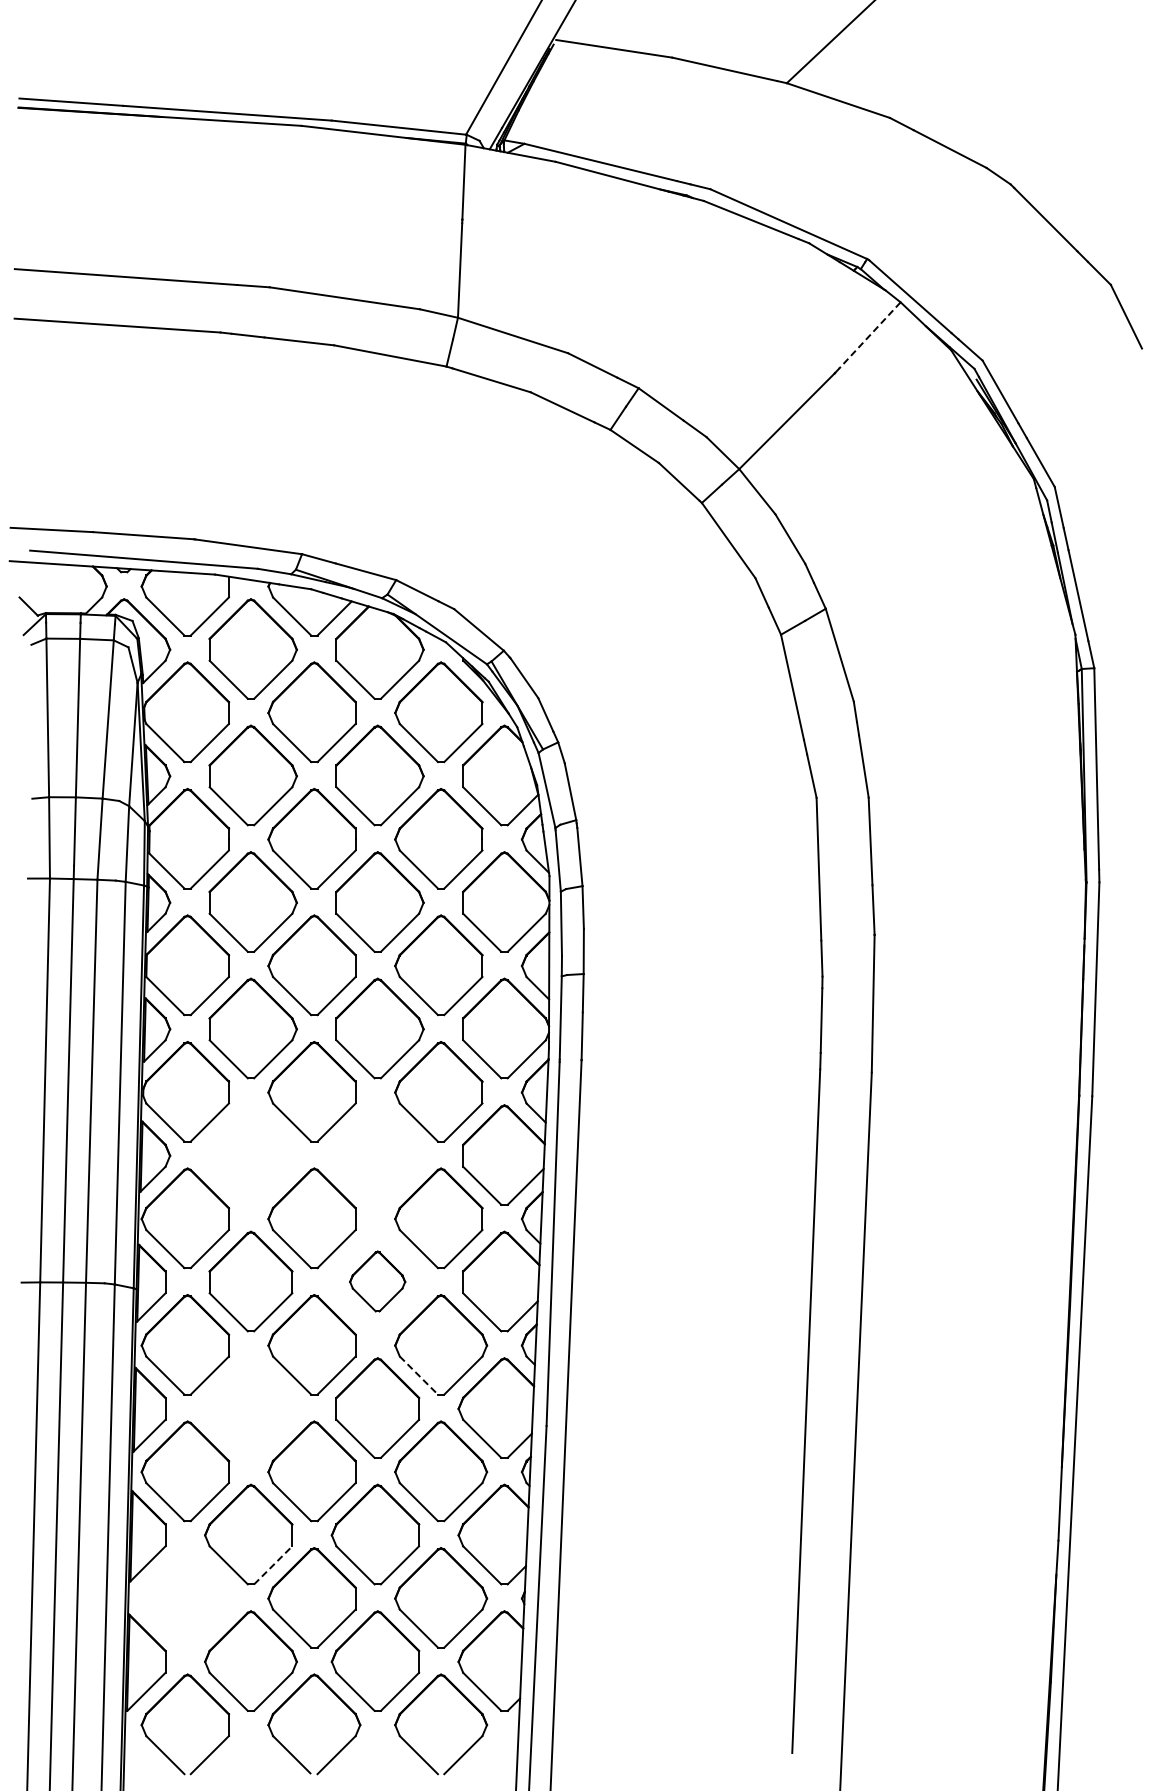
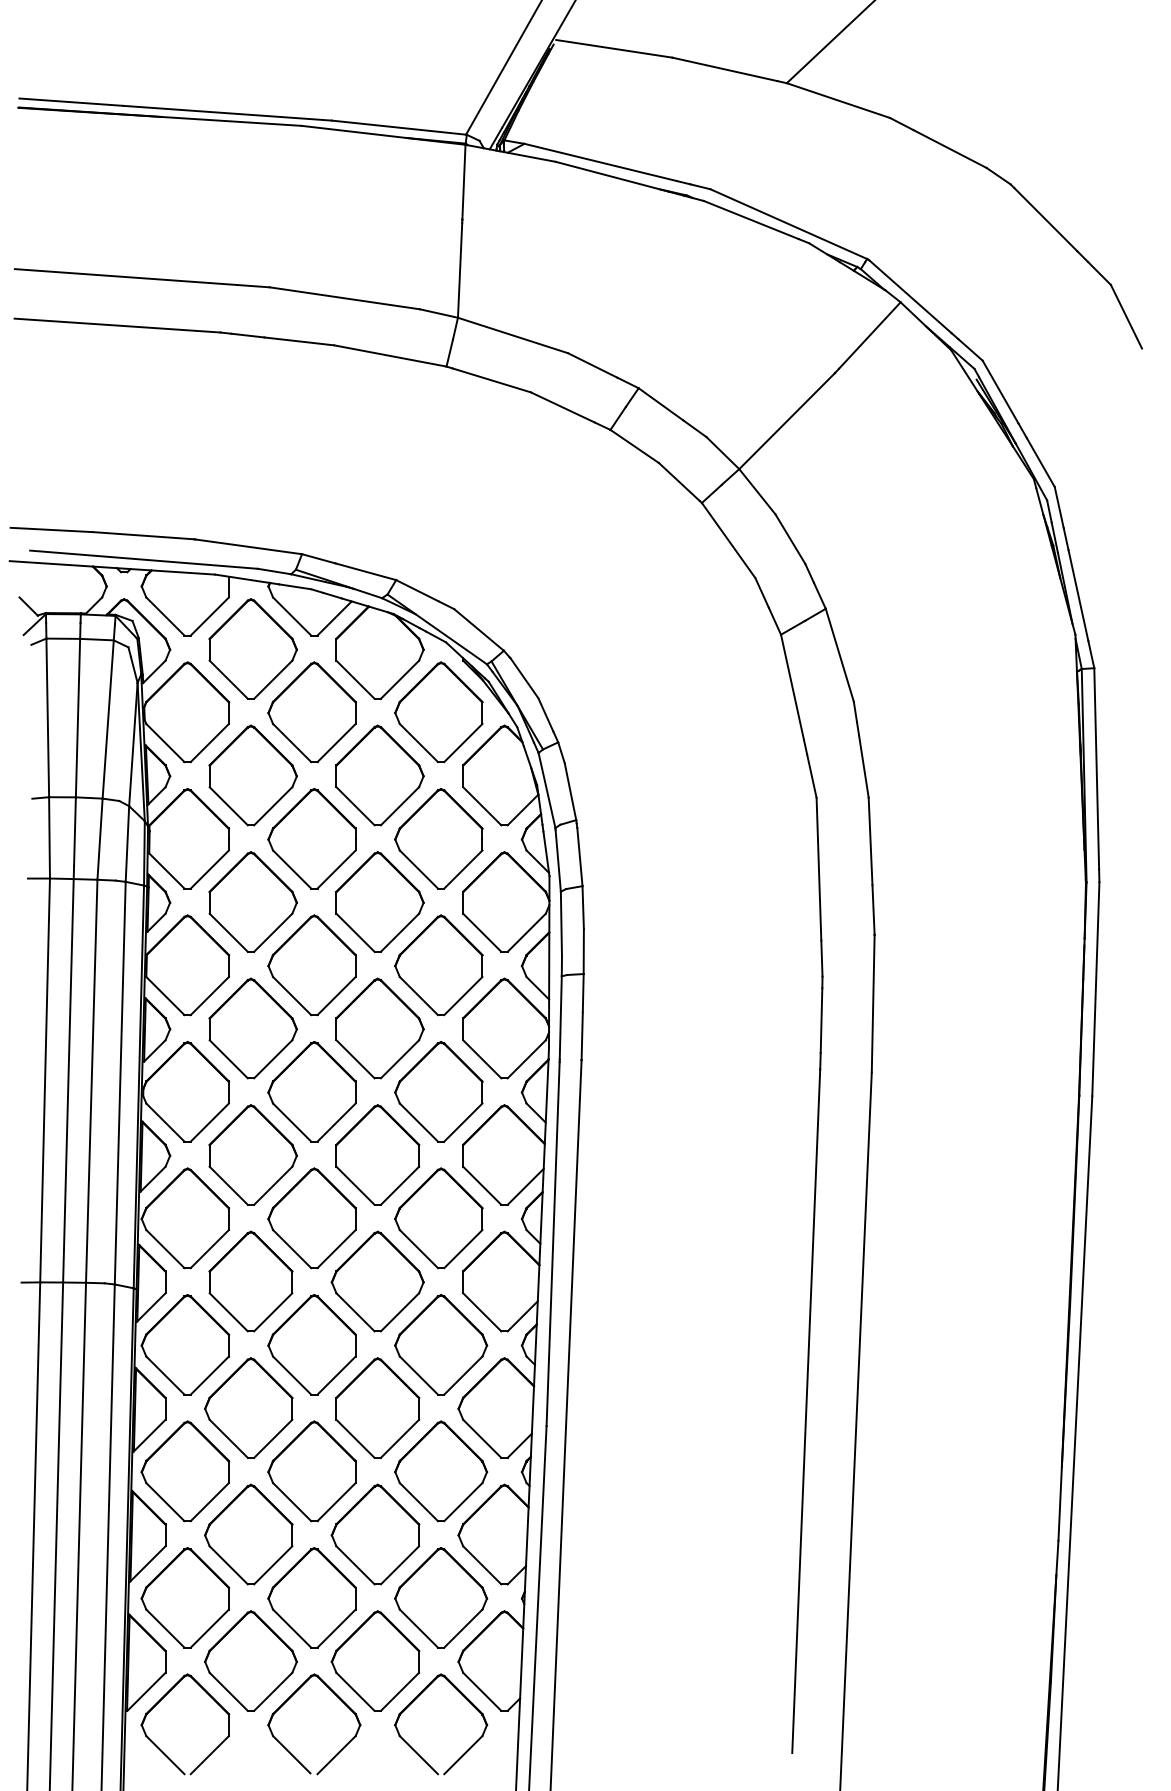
line at (869, 335): dashed -> solid
part at (252, 1154): none -> present
part at (377, 1154): none -> present
part at (377, 1281) size: 58x63 px -> 95x103 px
line at (418, 1375): dashed -> solid
part at (248, 1407): none -> present
line at (273, 1565): dashed -> solid
part at (185, 1597): none -> present
